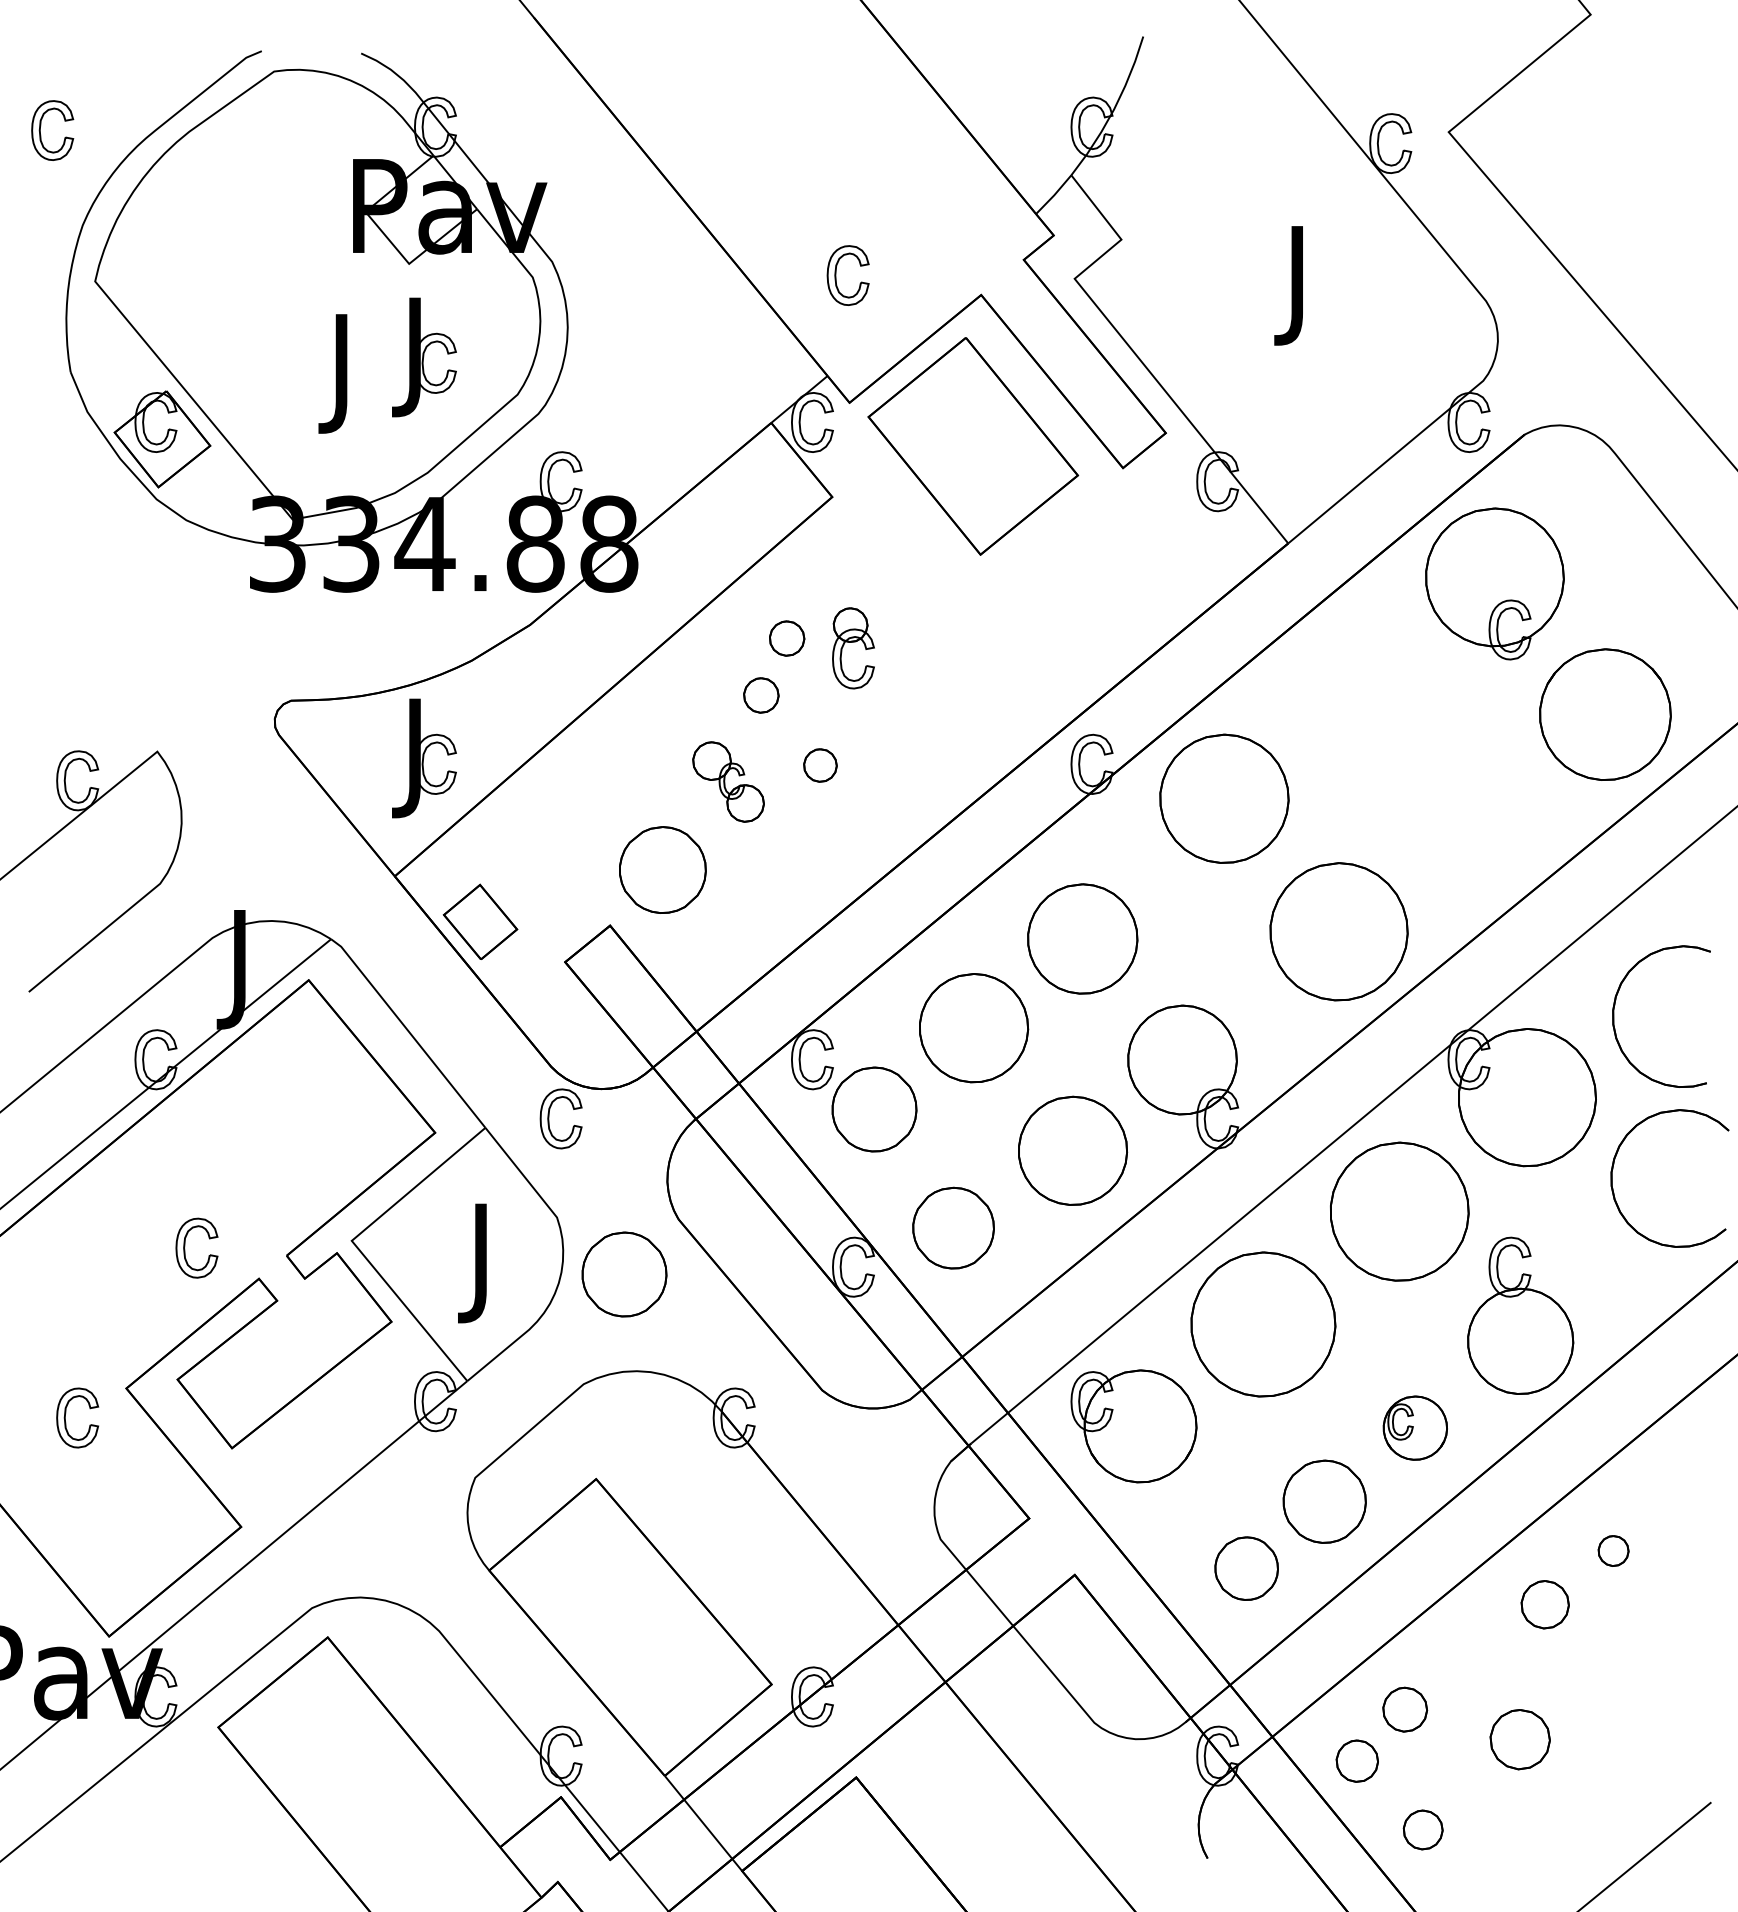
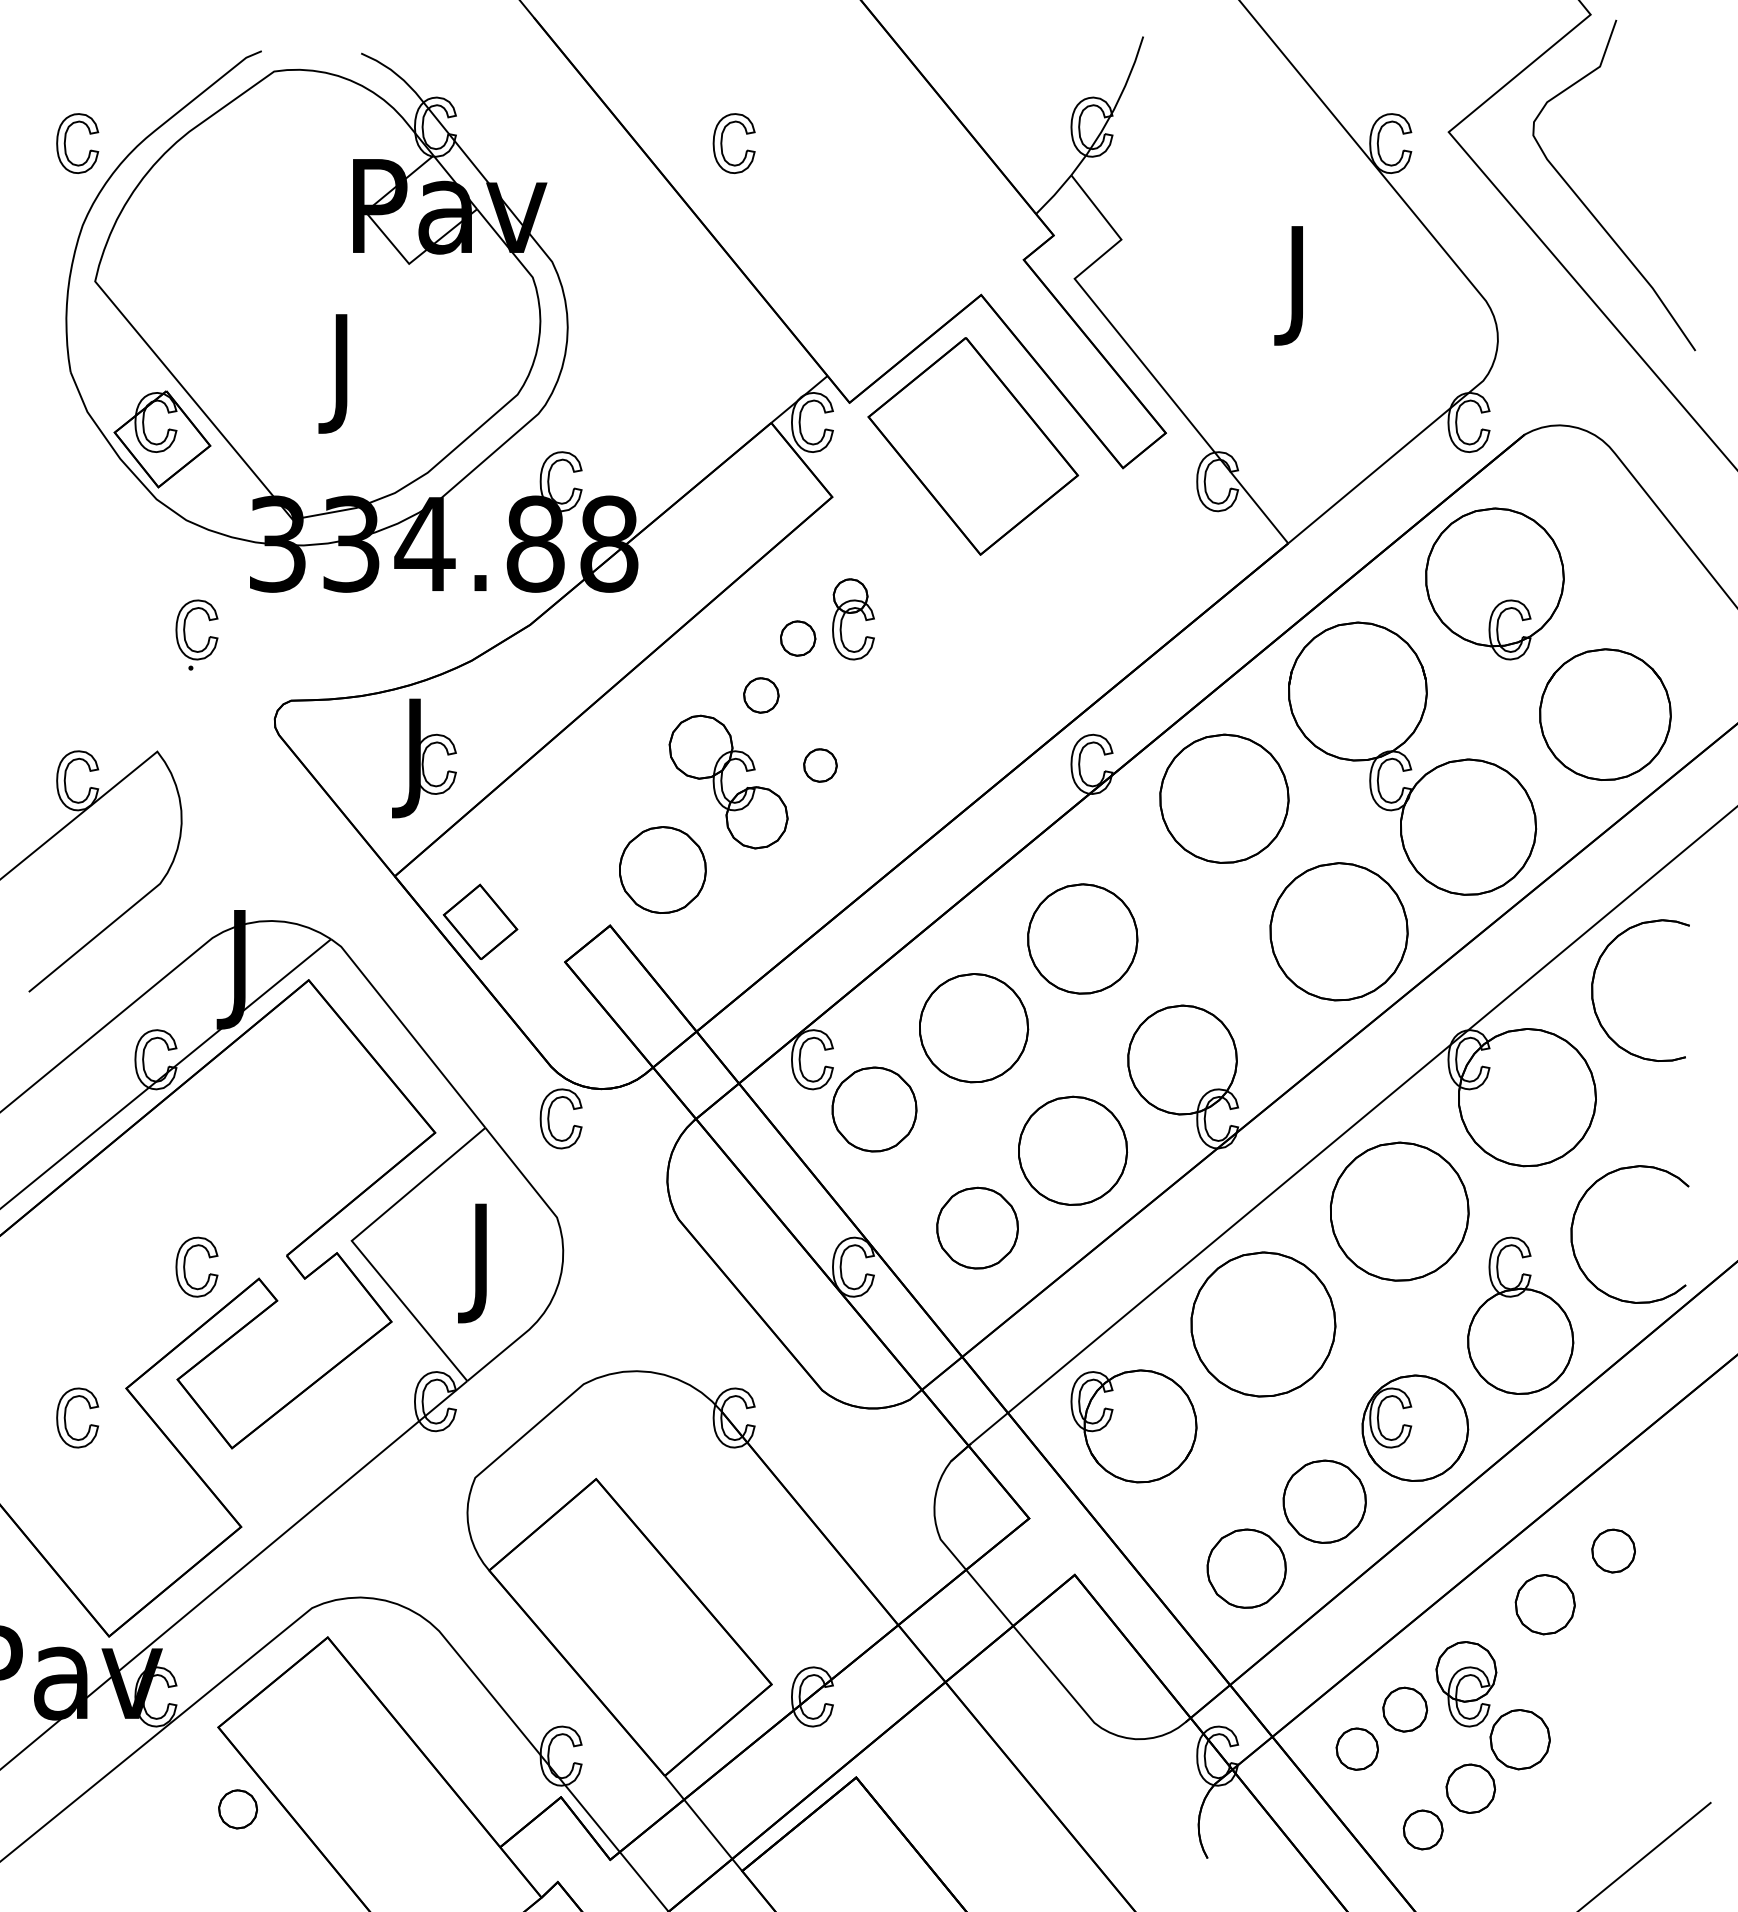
part at (40, 130) position: (40, 130) -> (65, 143)
curve at (1586, 205): none -> present
part at (836, 275) position: (836, 275) -> (722, 143)
part at (424, 357): present -> none
part at (185, 634): none -> present
part at (787, 638) position: (787, 638) -> (798, 638)
part at (853, 648) position: (853, 648) -> (853, 619)
part at (1412, 758): none -> present
part at (728, 781) size: 73x82 px -> 121x136 px
part at (1614, 1016) position: (1614, 1016) -> (1593, 990)
part at (1613, 1169) position: (1613, 1169) -> (1573, 1225)
part at (953, 1227) position: (953, 1227) -> (977, 1227)
part at (185, 1246) position: (185, 1246) -> (185, 1265)
part at (624, 1274): present -> none
part at (1414, 1427) size: 66x66 px -> 109x108 px
part at (1613, 1550) size: 33x32 px -> 45x46 px
part at (1246, 1568) size: 65x65 px -> 81x81 px
part at (1544, 1604) size: 50x50 px -> 62x62 px
part at (1466, 1684): none -> present
part at (1356, 1760) position: (1356, 1760) -> (1356, 1748)
part at (1470, 1788): none -> present
part at (237, 1809): none -> present
